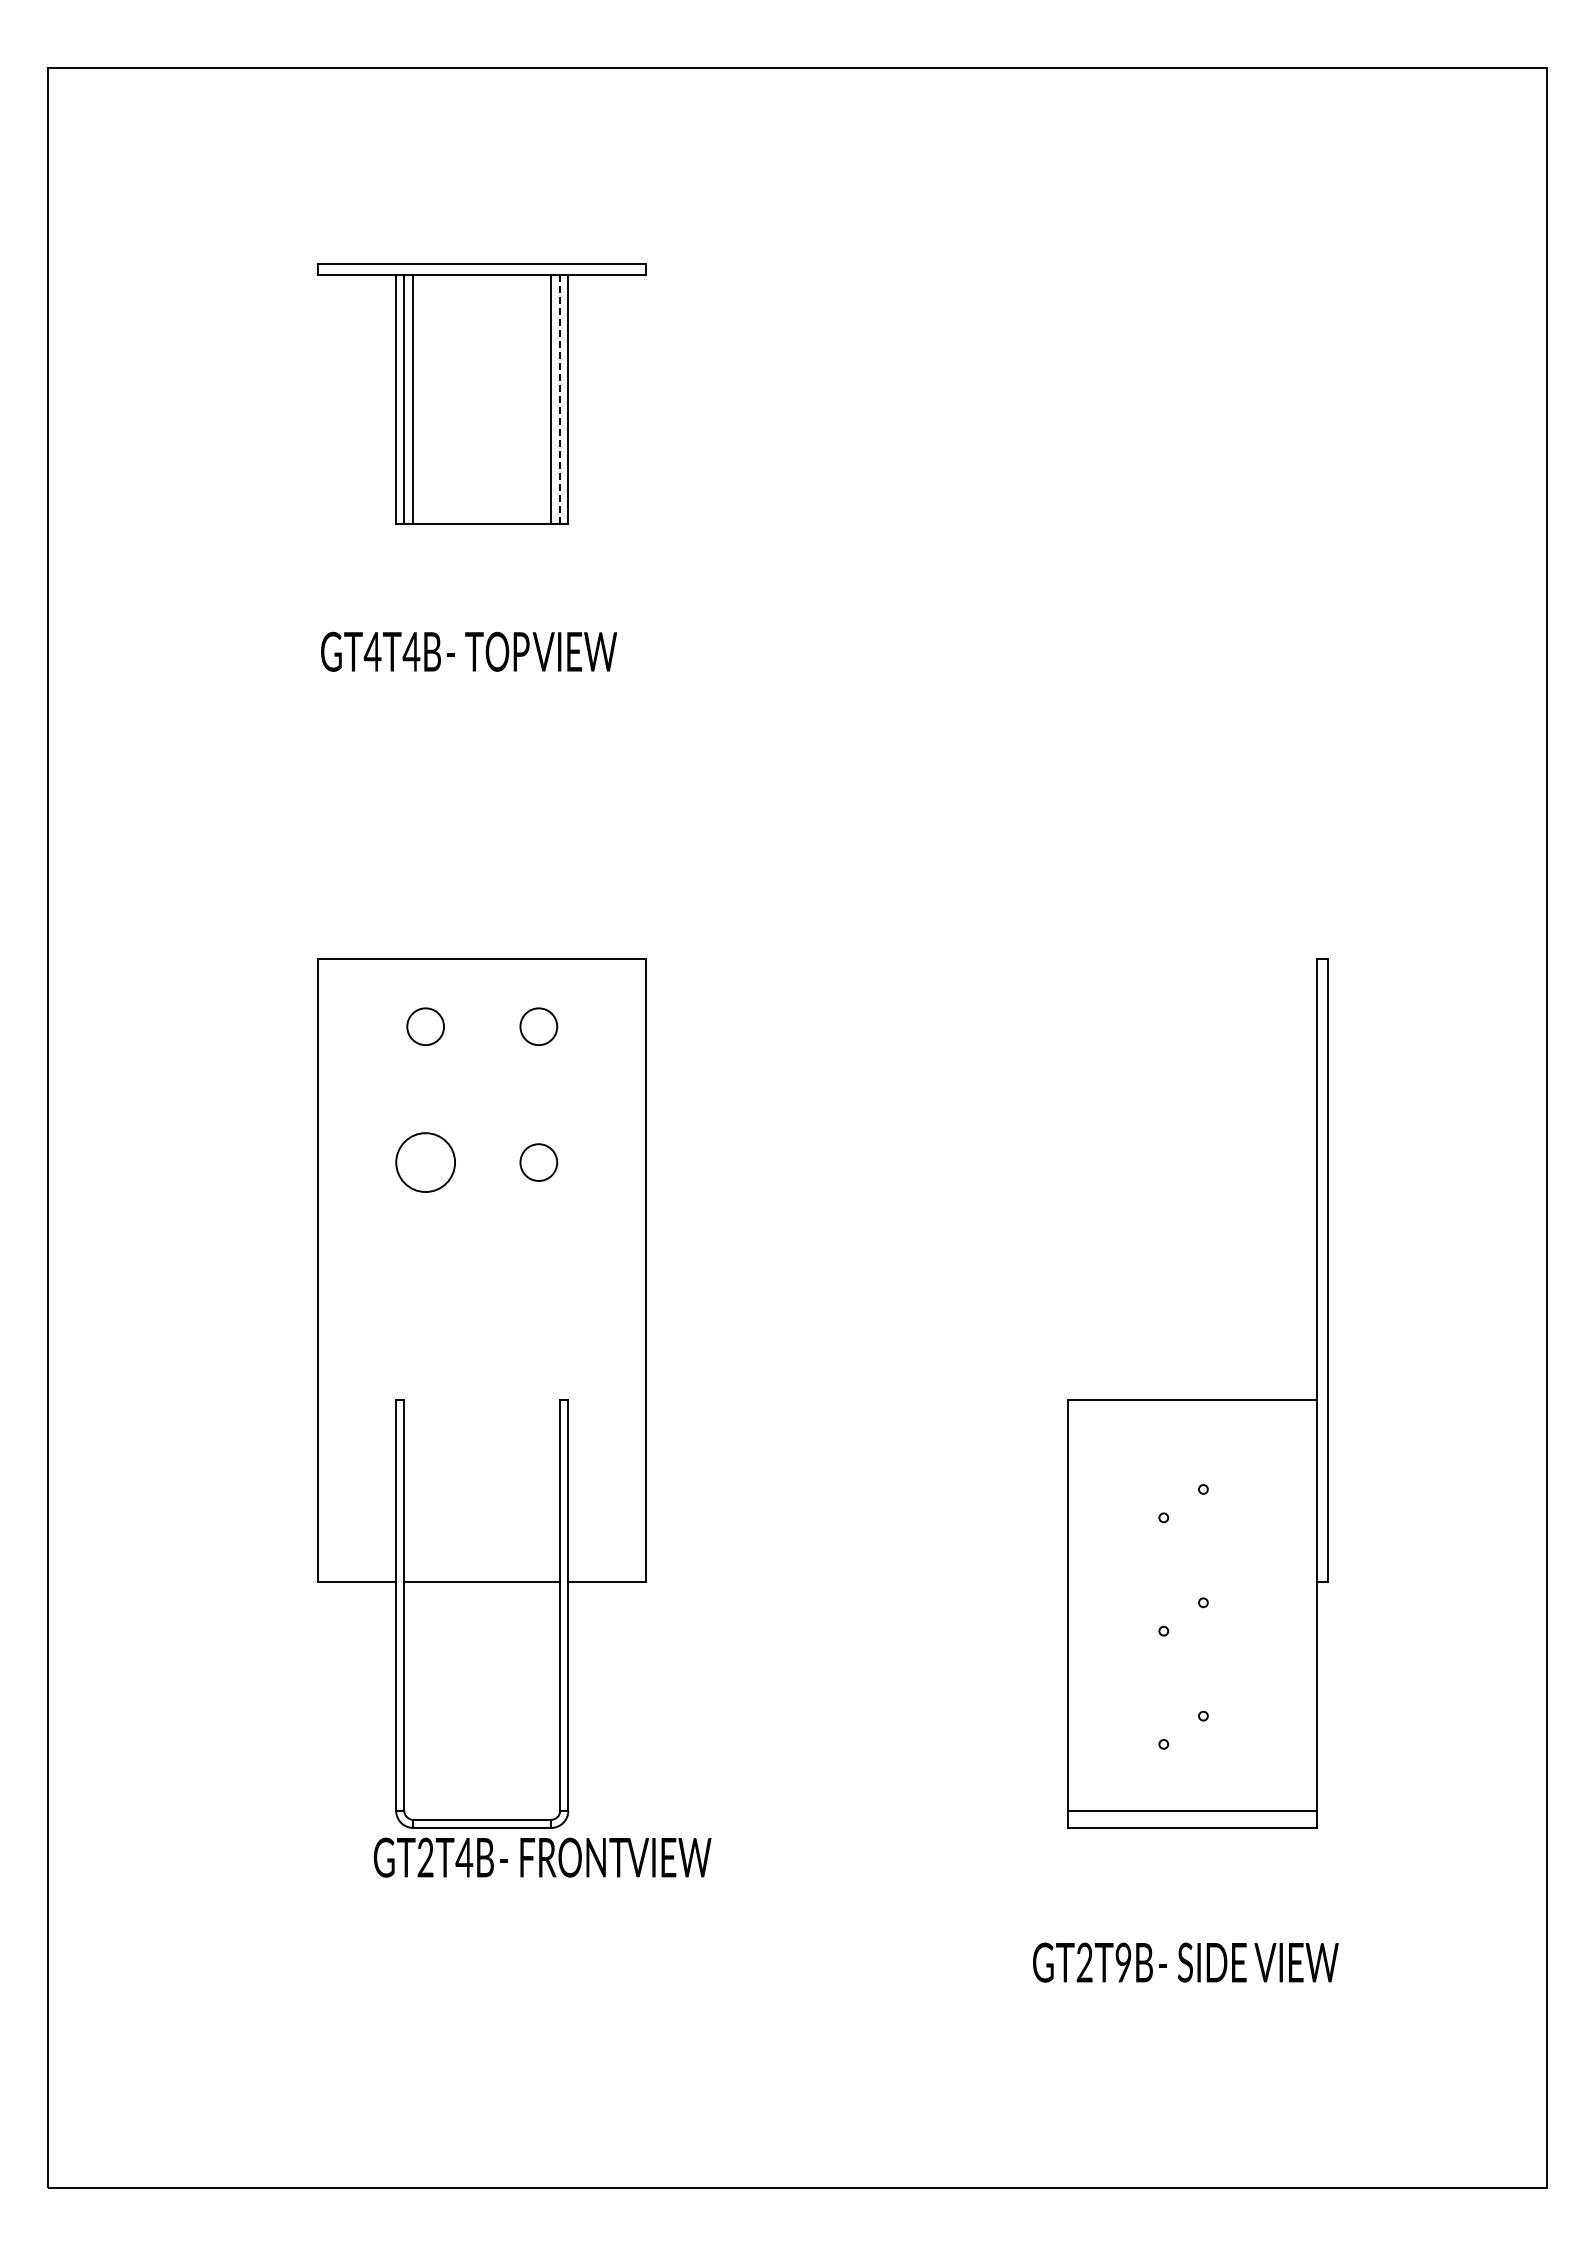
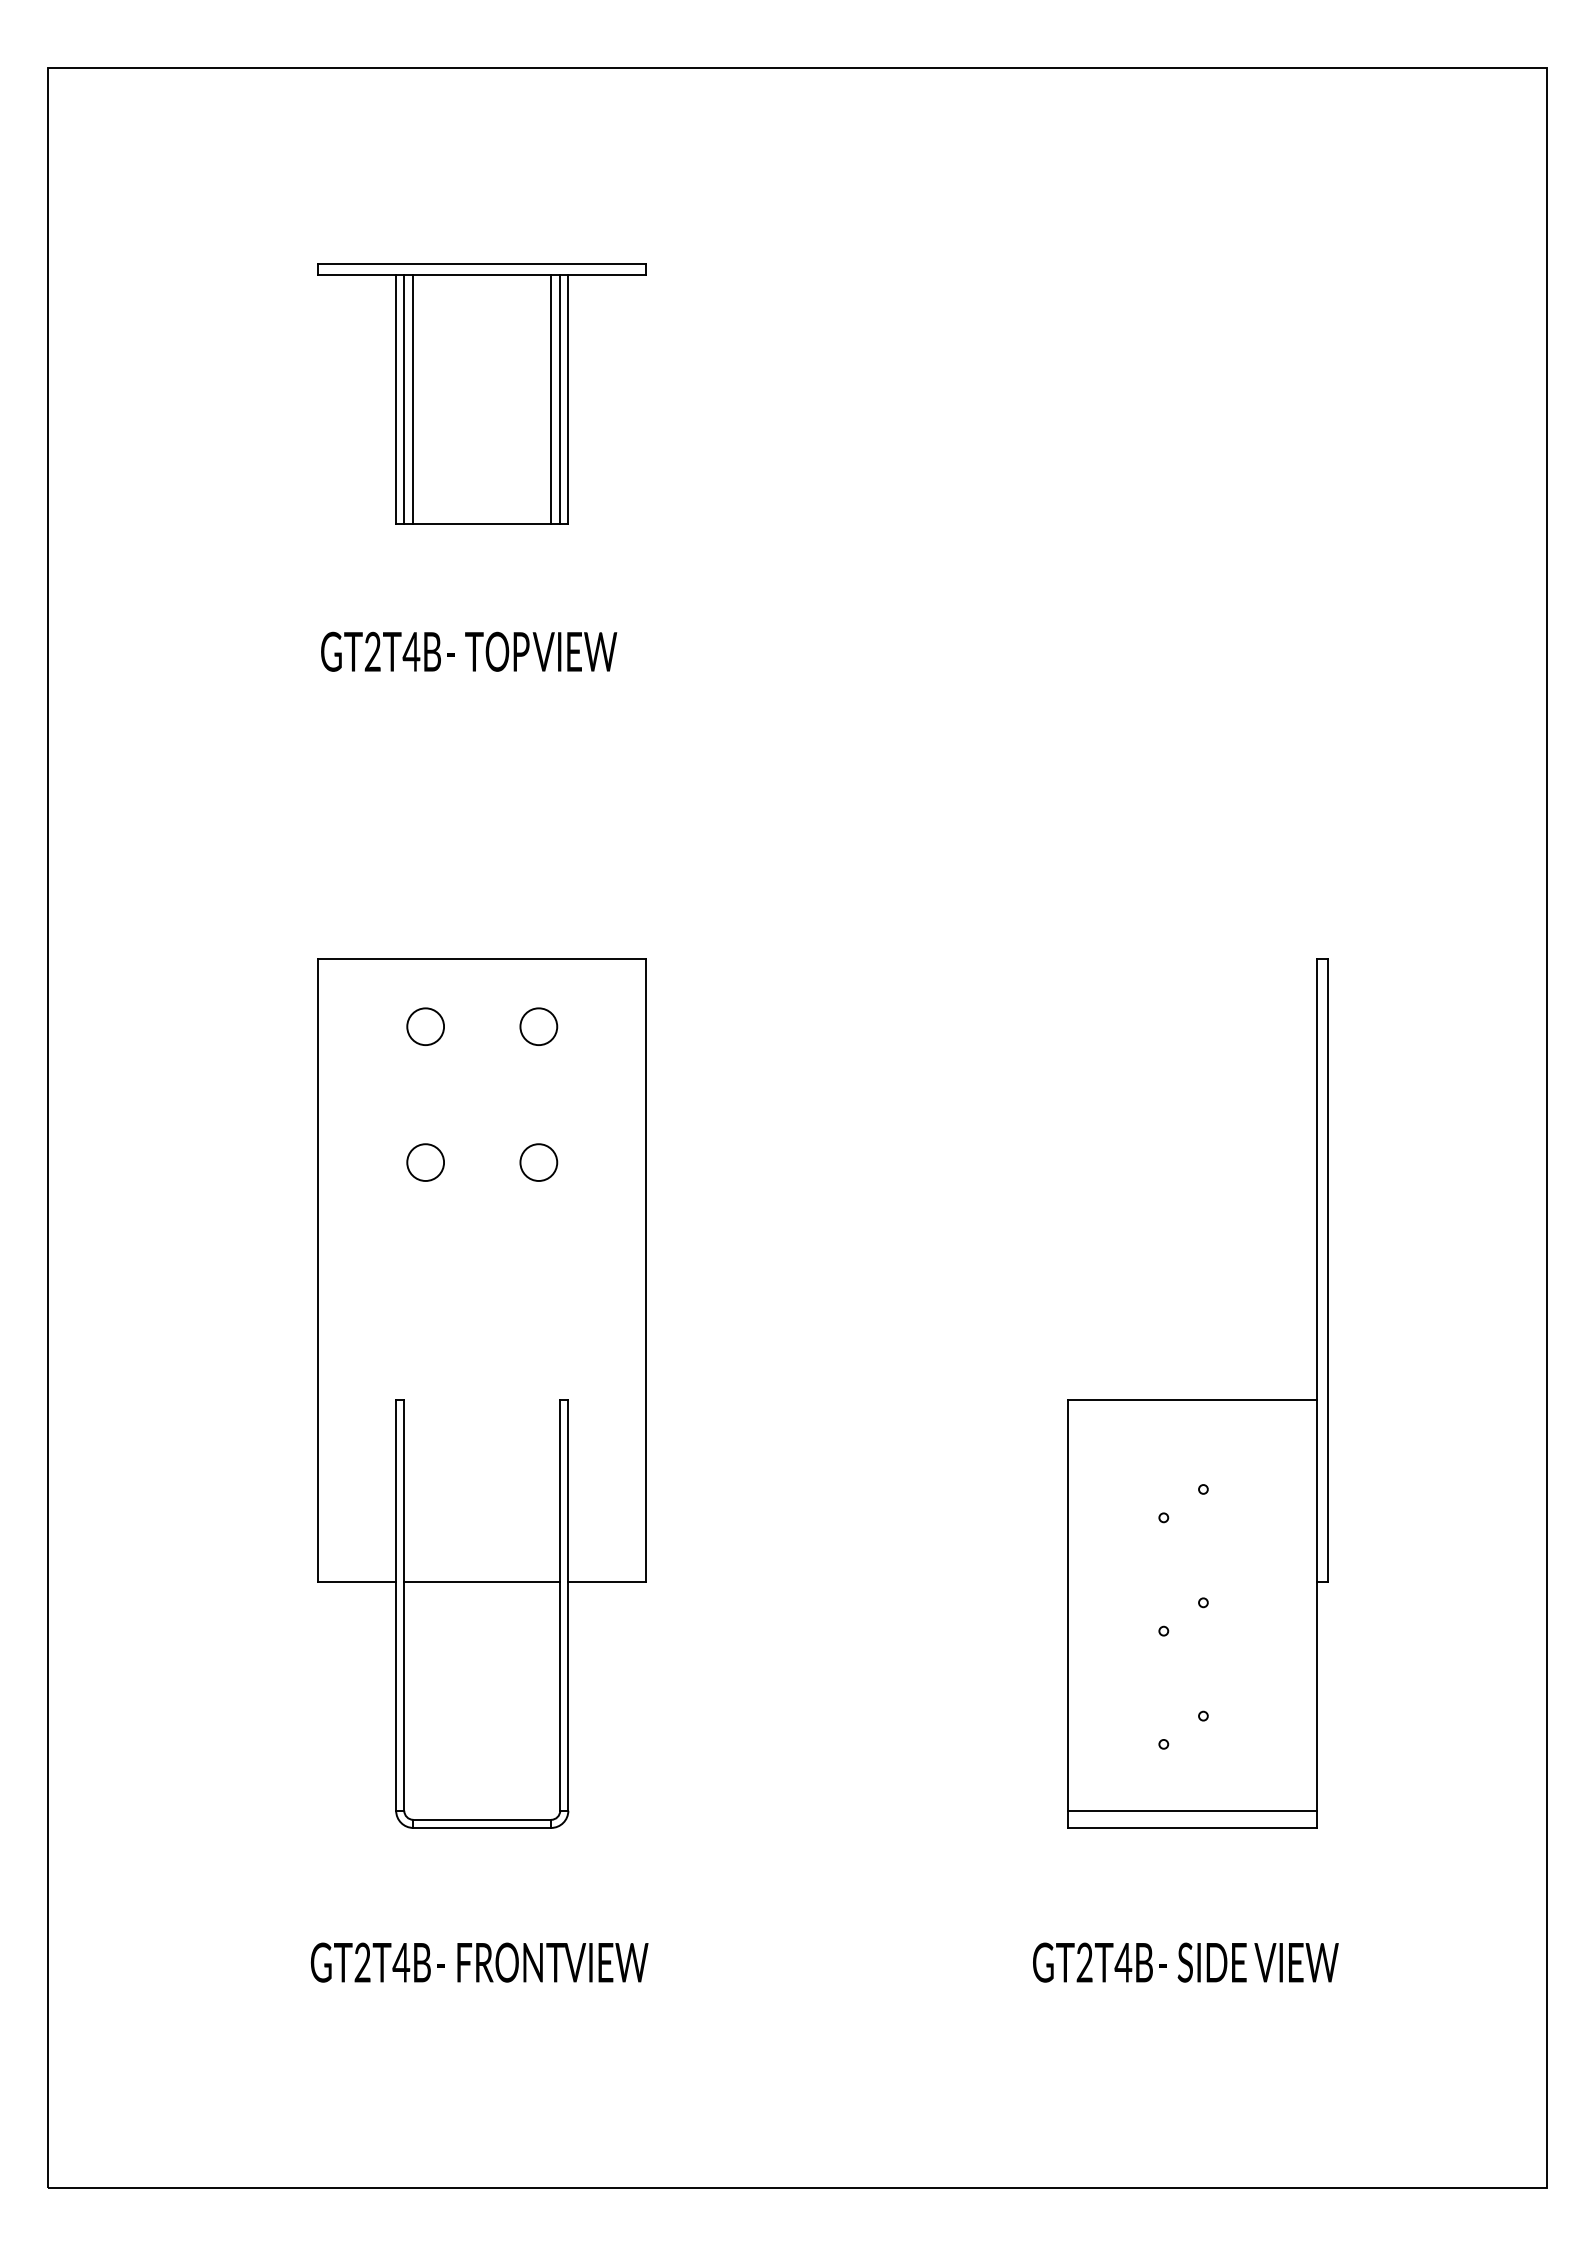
line at (560, 399): dashed -> solid
text at (372, 651): GT4T4B -> GT2T4B
circle at (425, 1162) diameter: 59 px -> 37 px
text at (542, 1857) position: (542, 1857) -> (479, 1962)
text at (1123, 1962): GT2T9B -> GT2T4B
